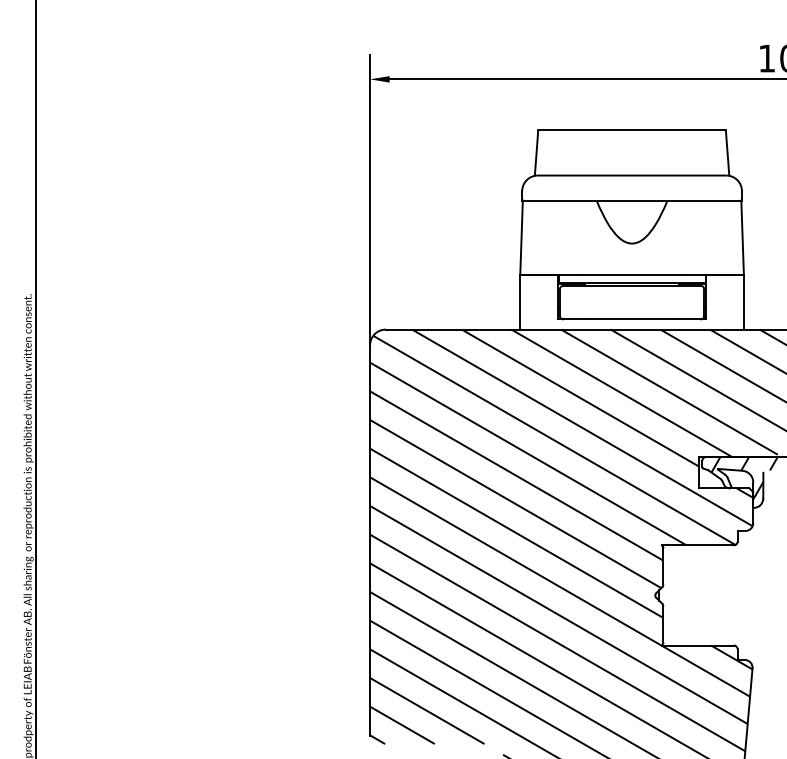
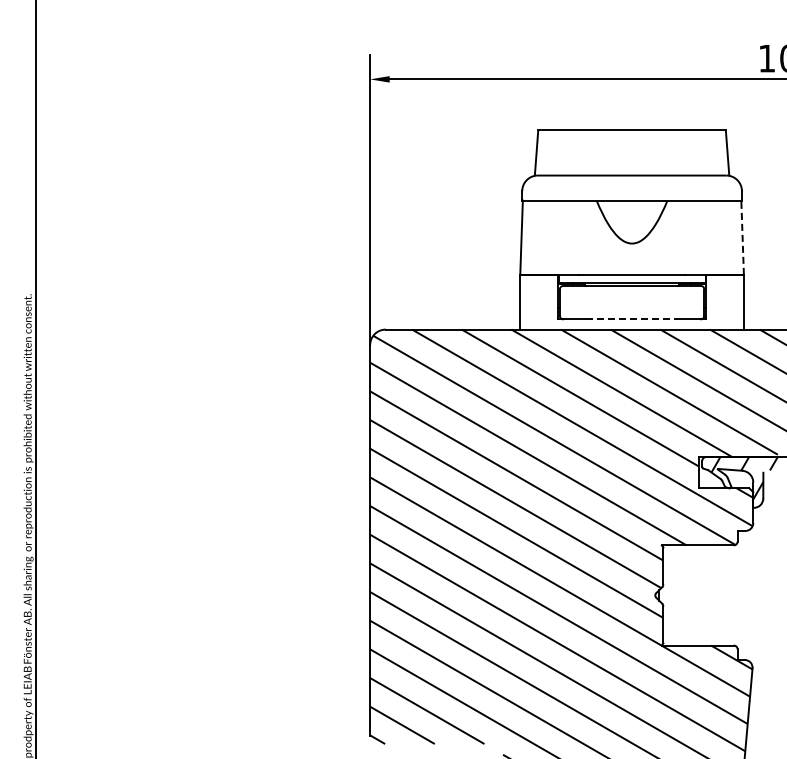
line at (742, 237): solid -> dashed
line at (632, 319): solid -> dashed
